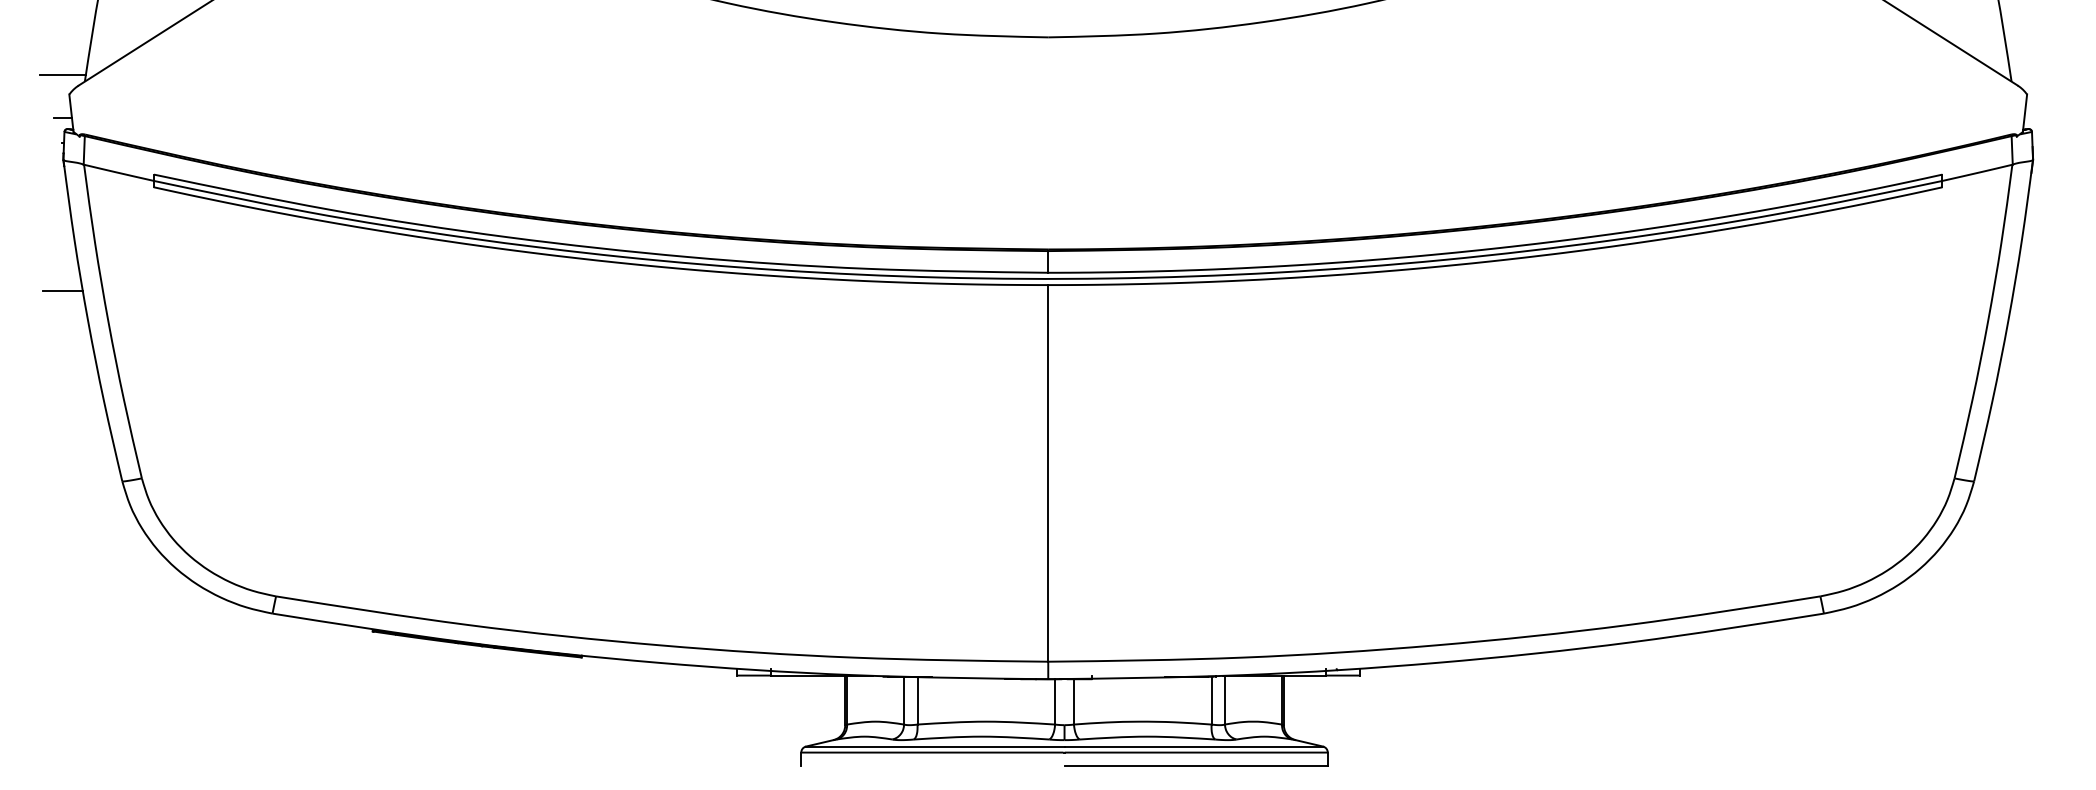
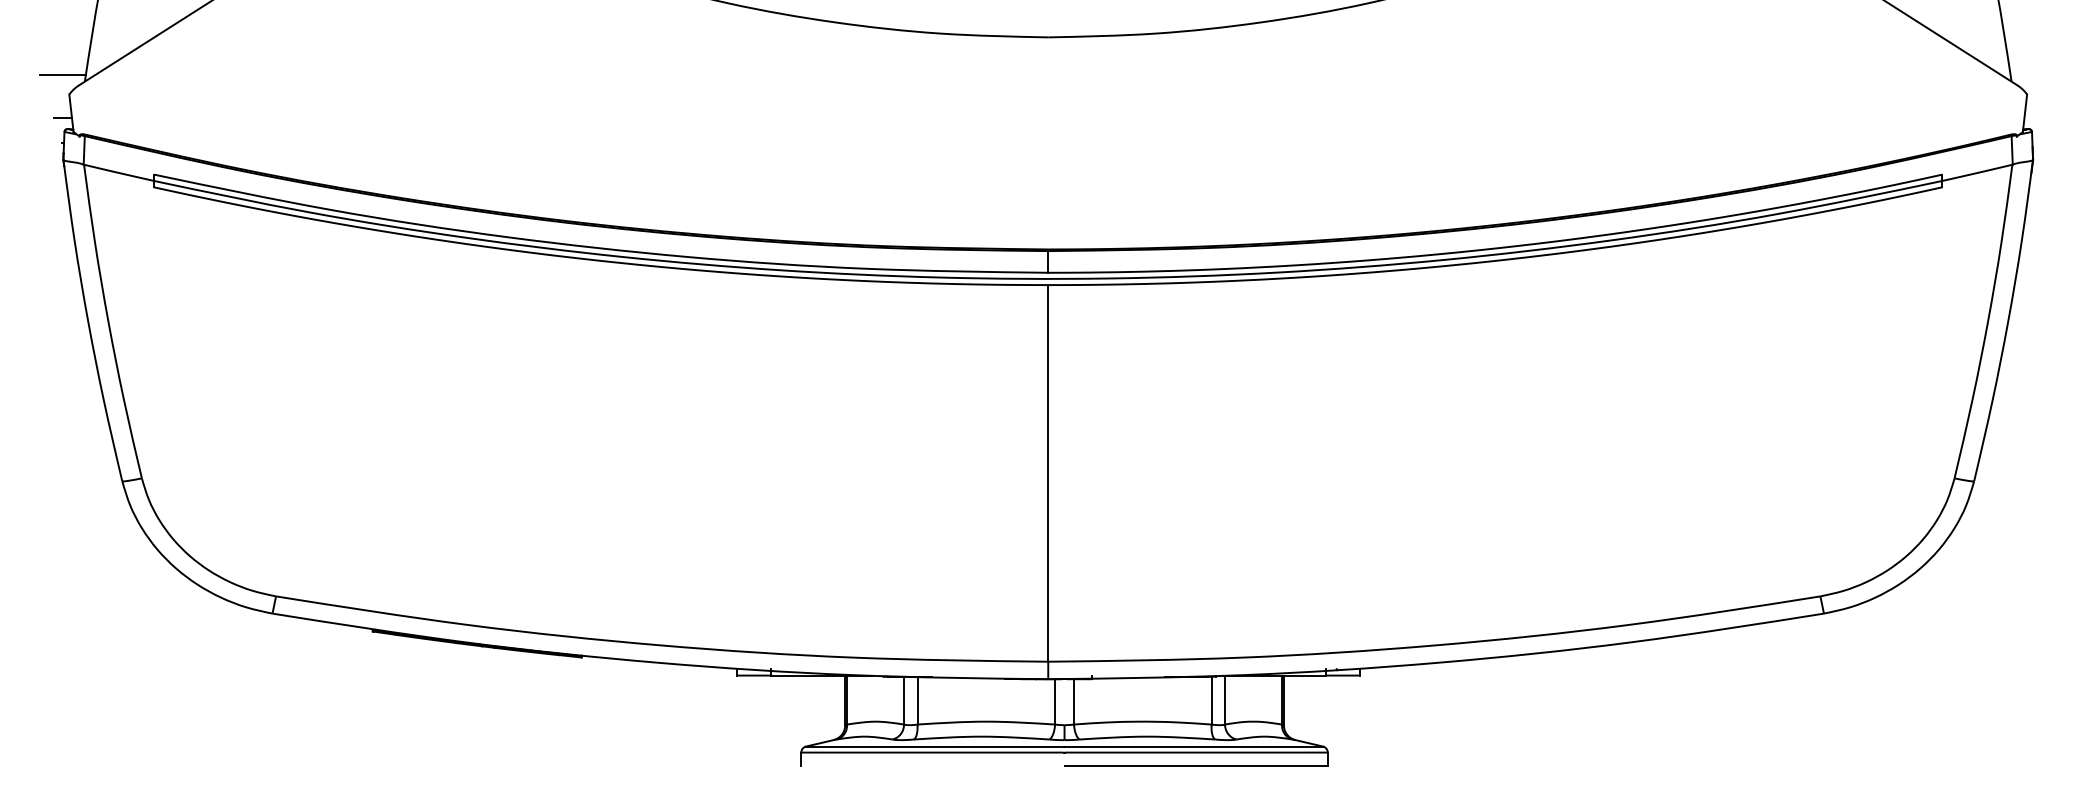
line at (62, 290): present -> none
